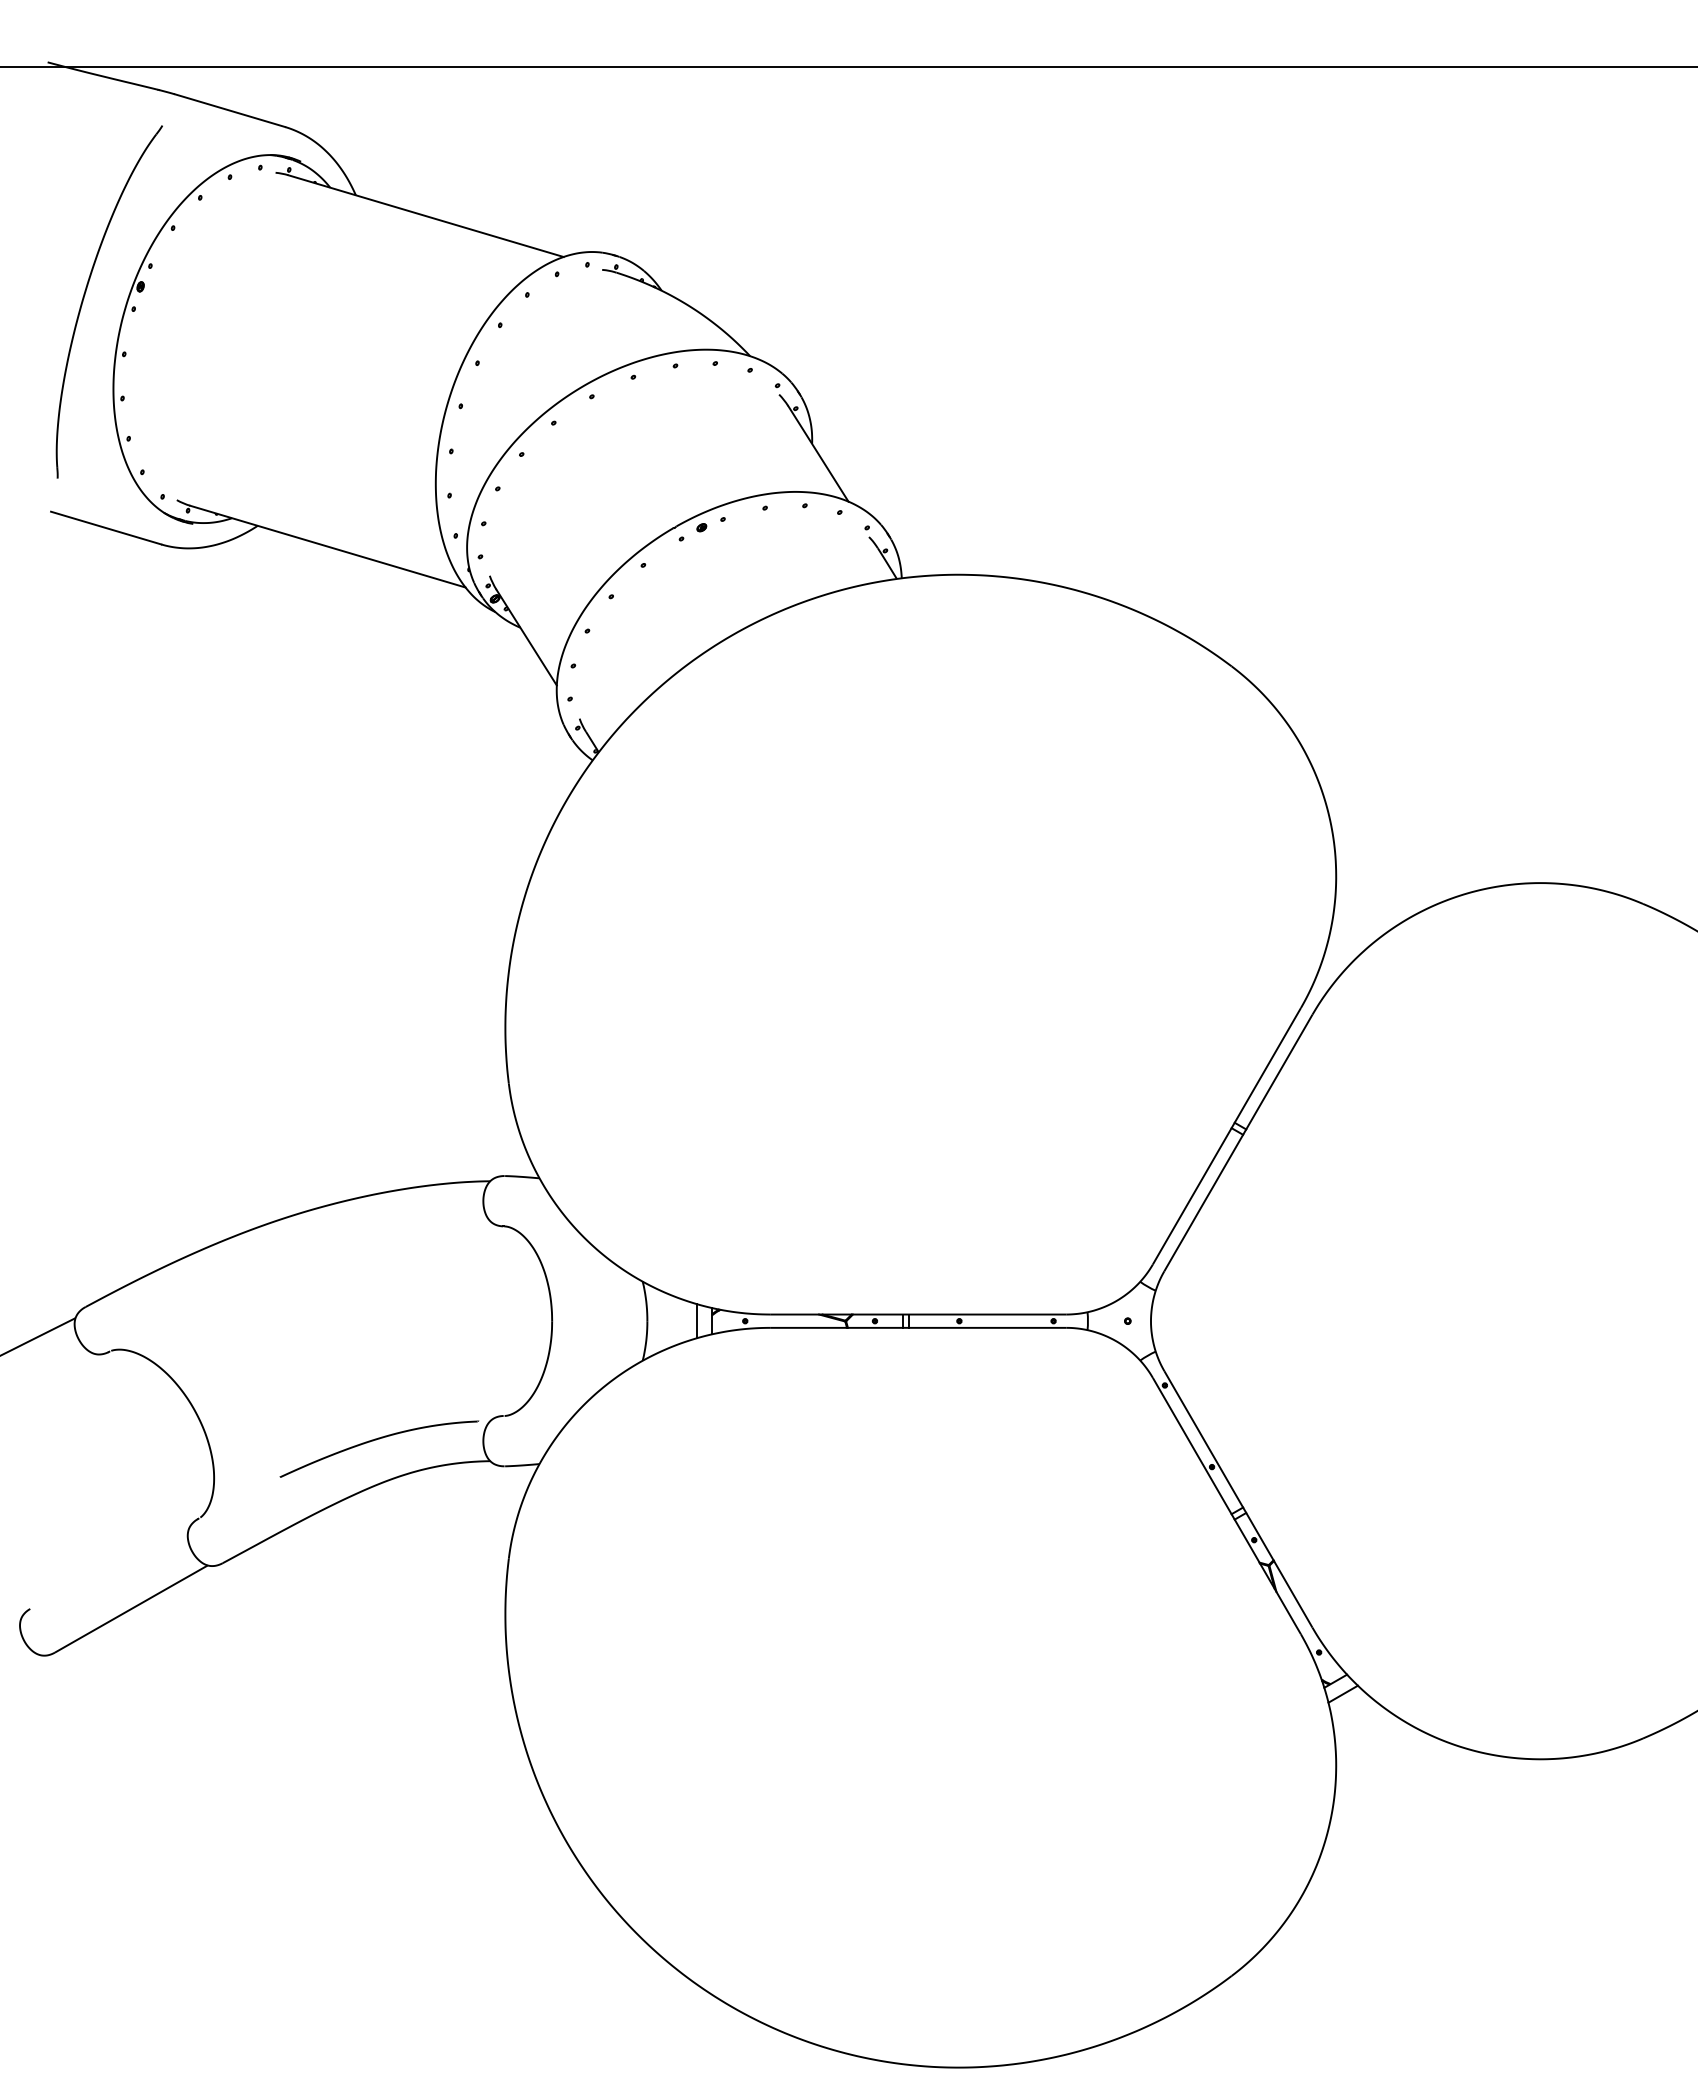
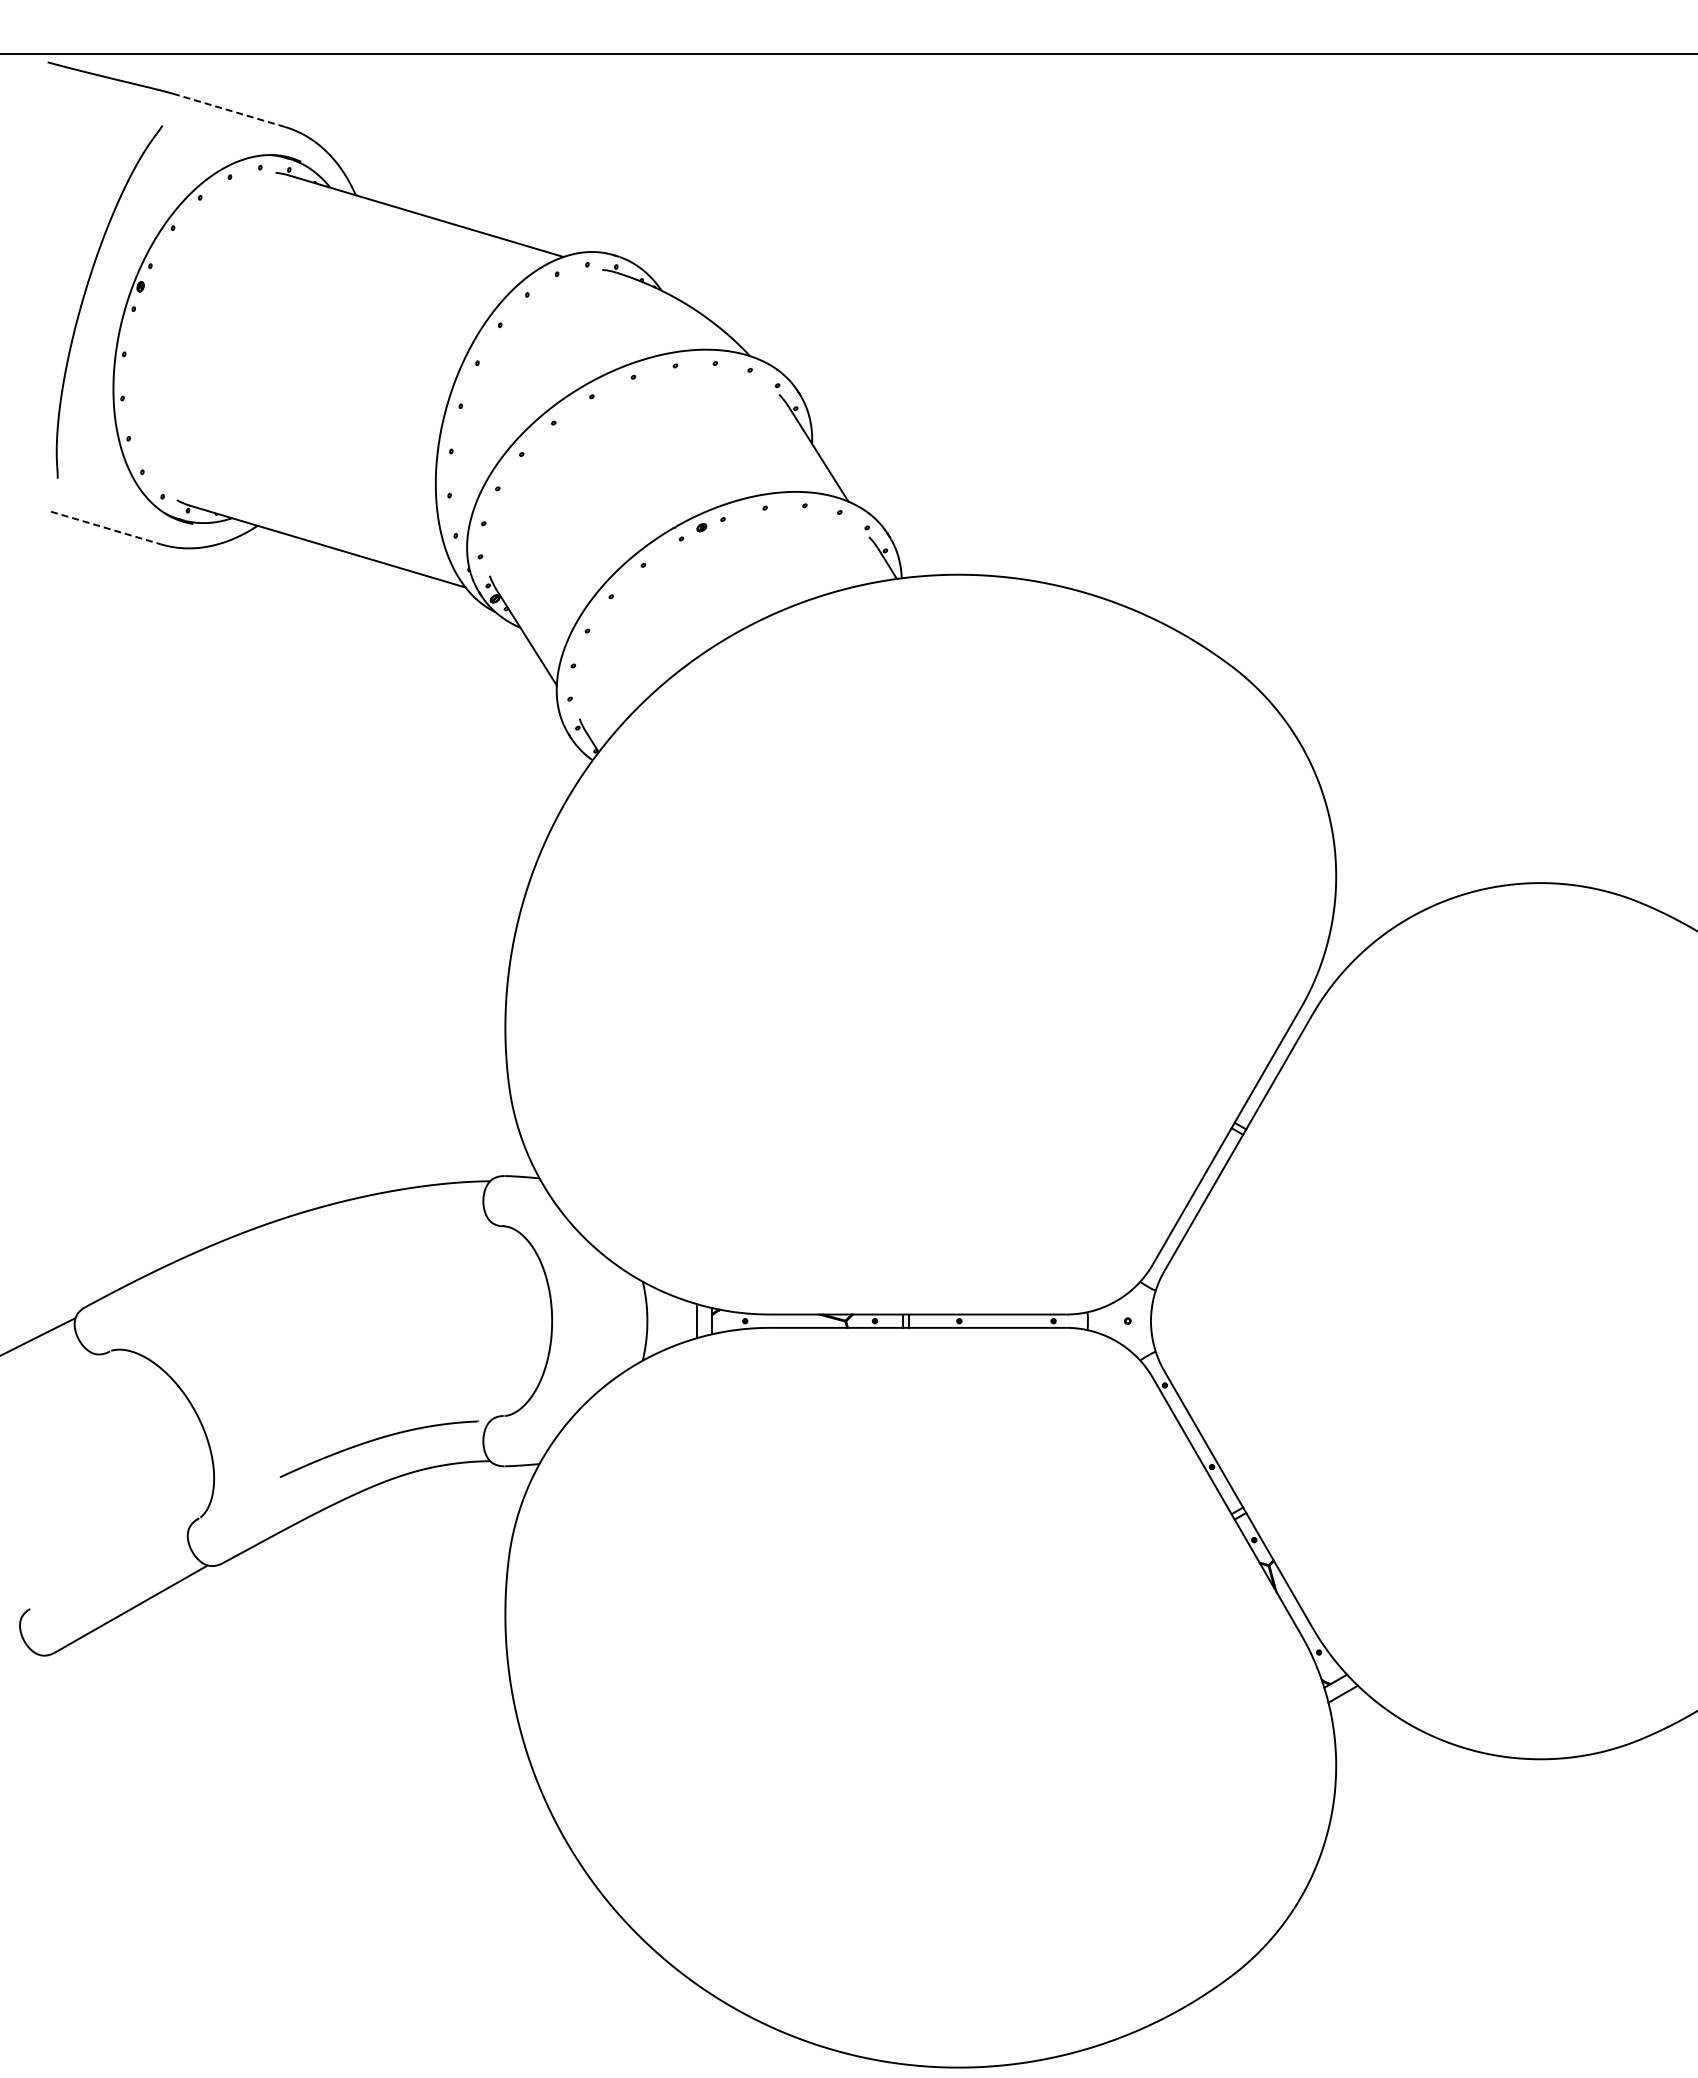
line at (848, 66) position: (848, 66) -> (848, 53)
line at (229, 110): solid -> dashed
line at (106, 528): solid -> dashed
